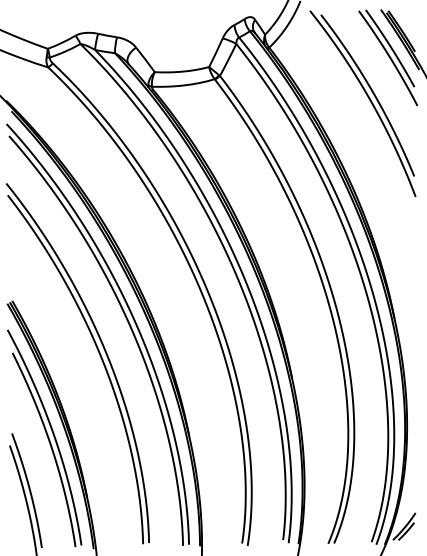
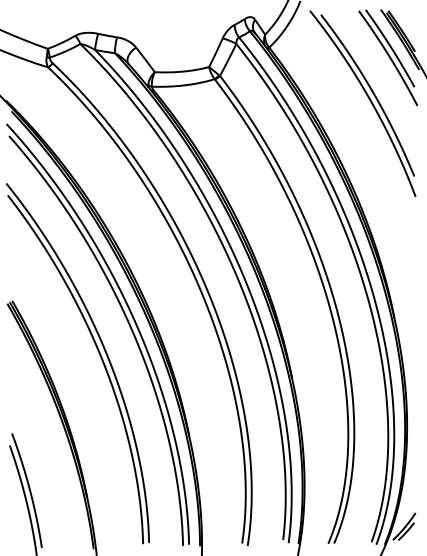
part at (44, 437): present -> none
